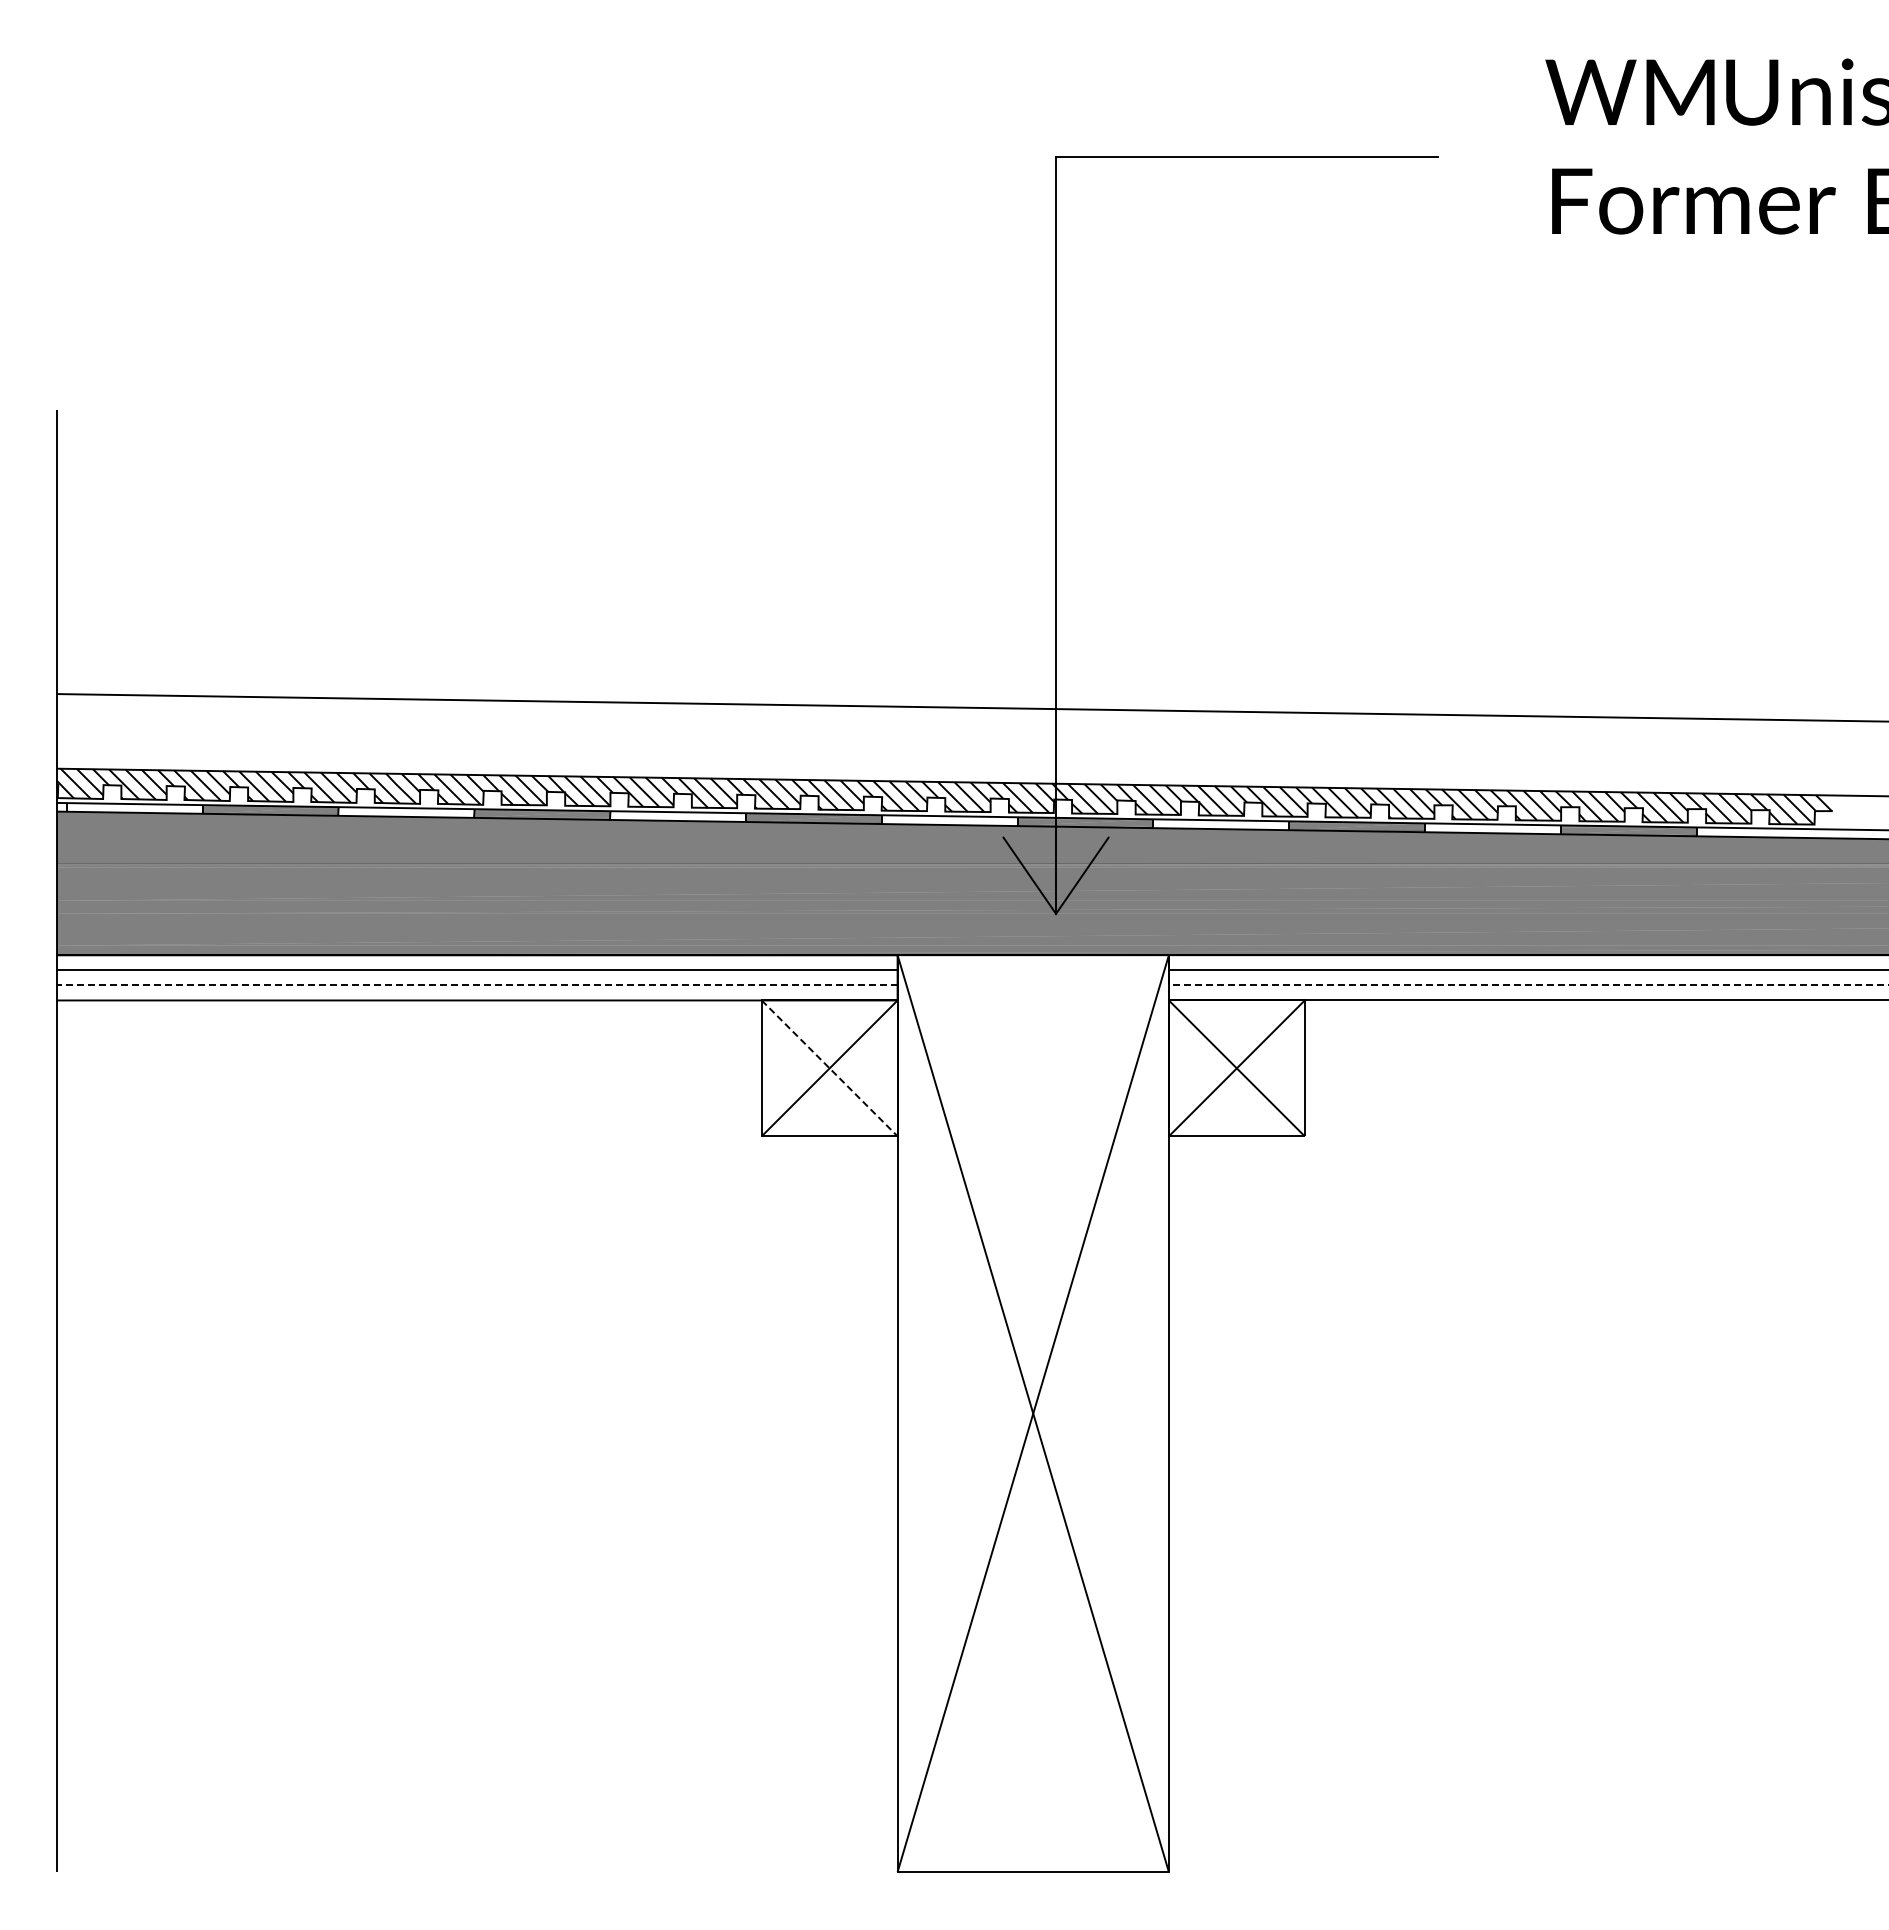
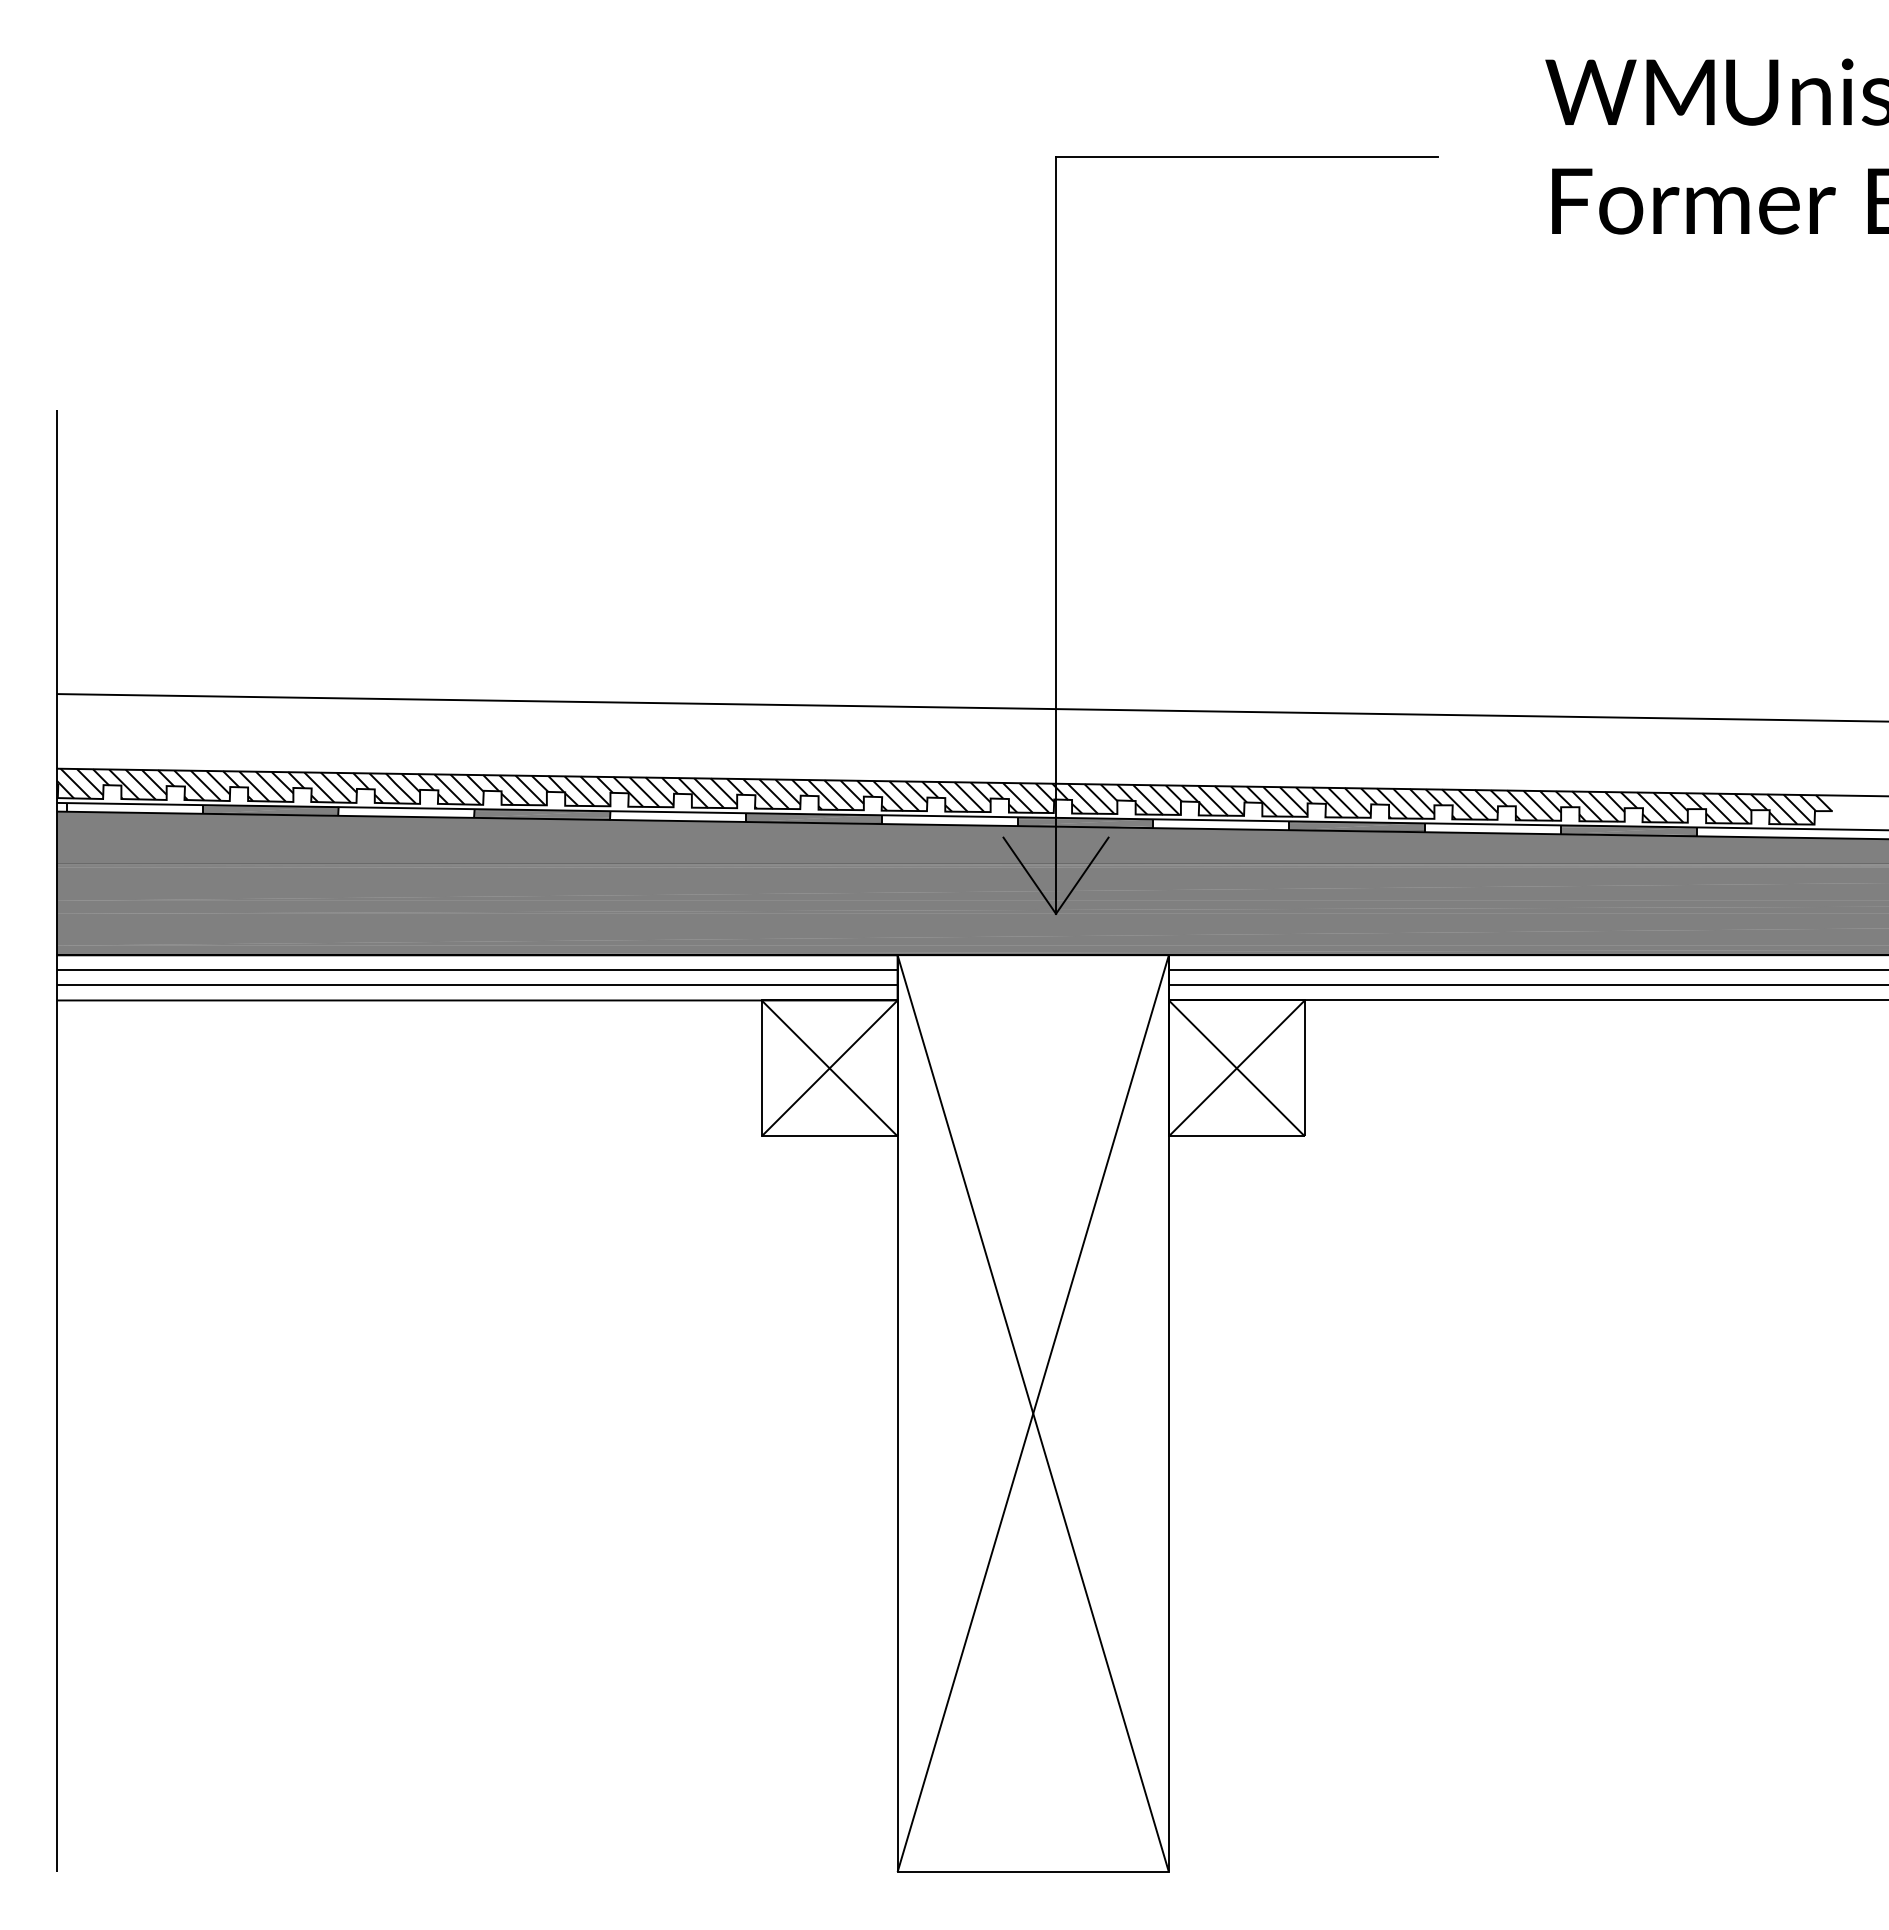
line at (476, 985): dashed -> solid
line at (1528, 985): dashed -> solid
line at (830, 1068): dashed -> solid
